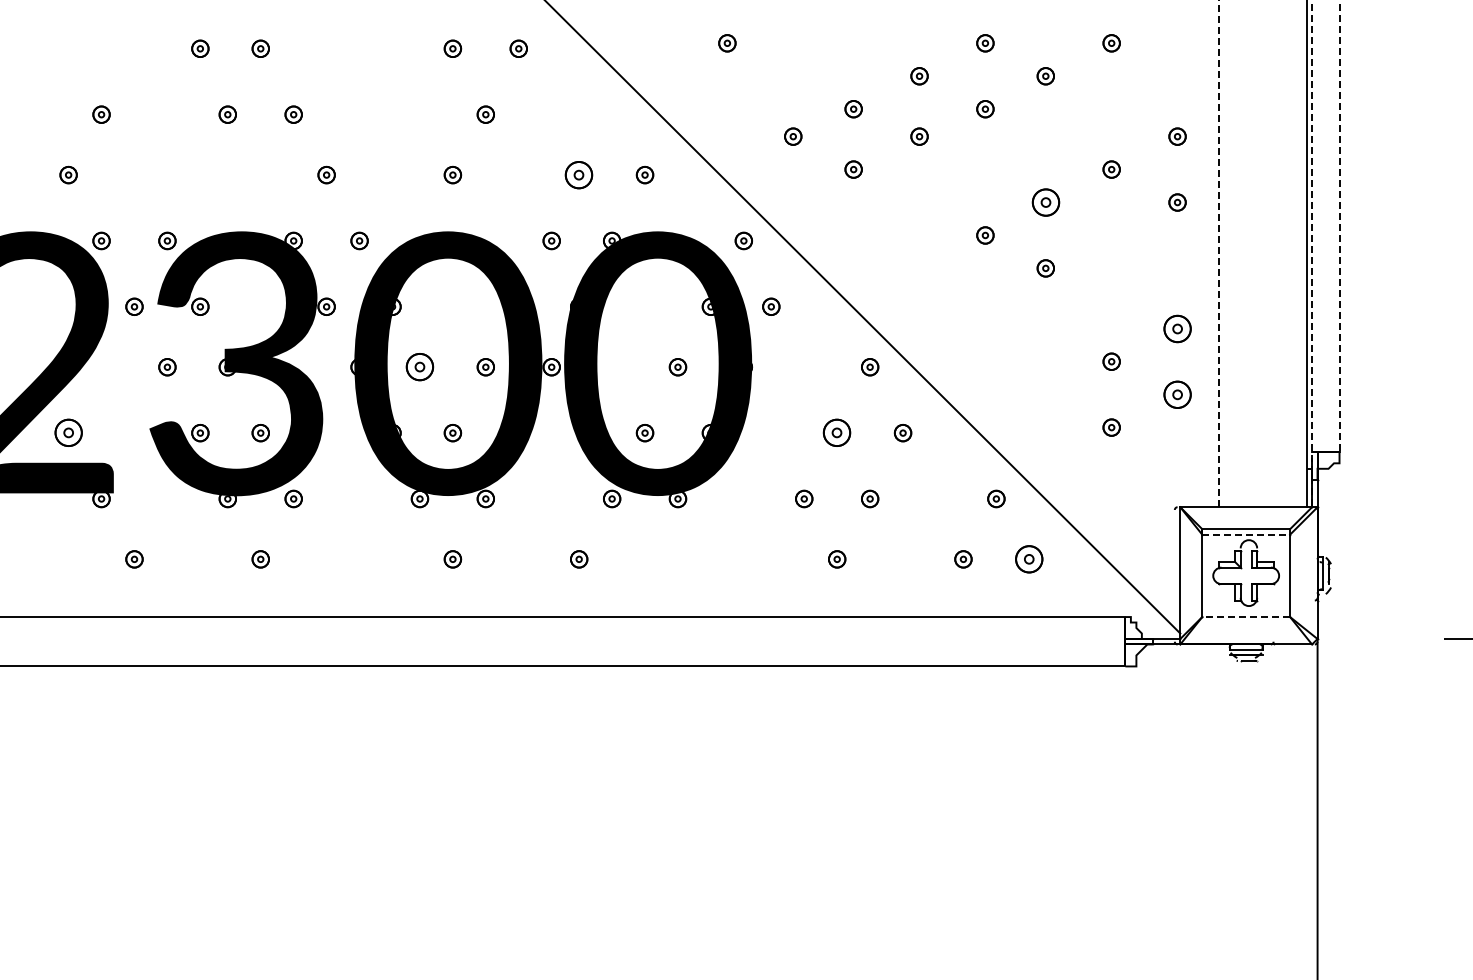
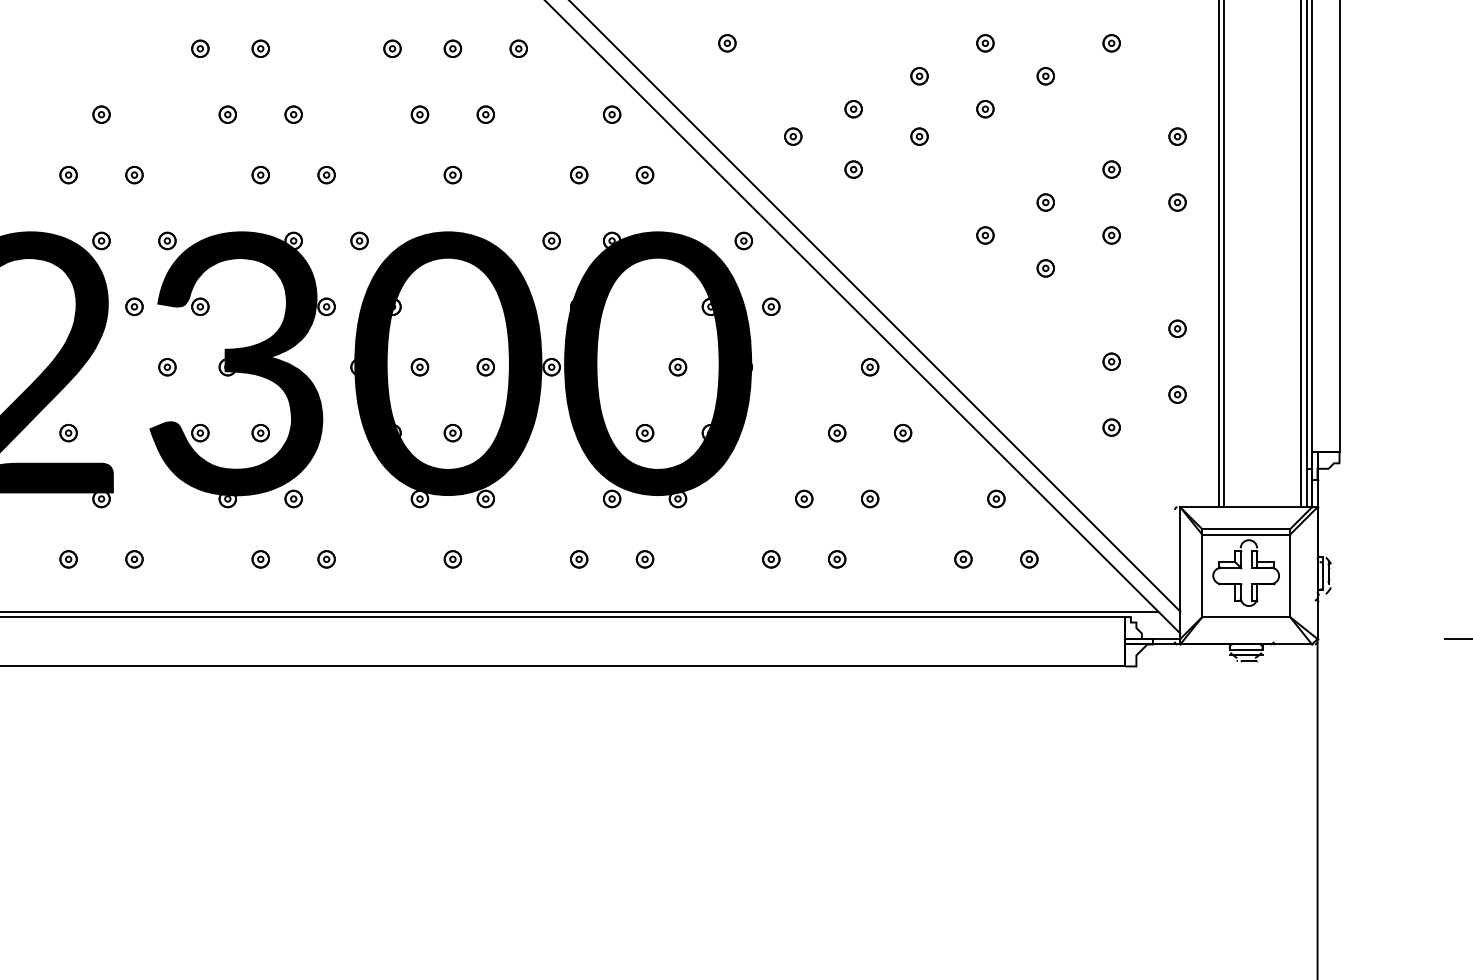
part at (392, 48): none -> present
part at (419, 114): none -> present
part at (612, 114): none -> present
part at (134, 174): none -> present
part at (260, 174): none -> present
part at (578, 175) size: 30x29 px -> 19x20 px
part at (1045, 202) size: 30x29 px -> 19x19 px
line at (1339, 226): dashed -> solid
part at (1111, 235): none -> present
line at (1218, 253): dashed -> solid
line at (1224, 254): none -> present
line at (1301, 254): none -> present
line at (1312, 254): dashed -> solid
line at (875, 306): none -> present
part at (1177, 328) size: 29x30 px -> 19x19 px
part at (419, 367) size: 30x29 px -> 20x19 px
part at (1177, 394) size: 29x29 px -> 19x19 px
part at (68, 432) size: 29x29 px -> 19x19 px
part at (836, 432) size: 30x29 px -> 19x19 px
line at (1246, 534): dashed -> solid
part at (68, 559): none -> present
part at (326, 559): none -> present
part at (644, 559): none -> present
part at (771, 559): none -> present
part at (1029, 559) size: 29x29 px -> 19x19 px
line at (580, 611): none -> present
line at (1246, 617): dashed -> solid
